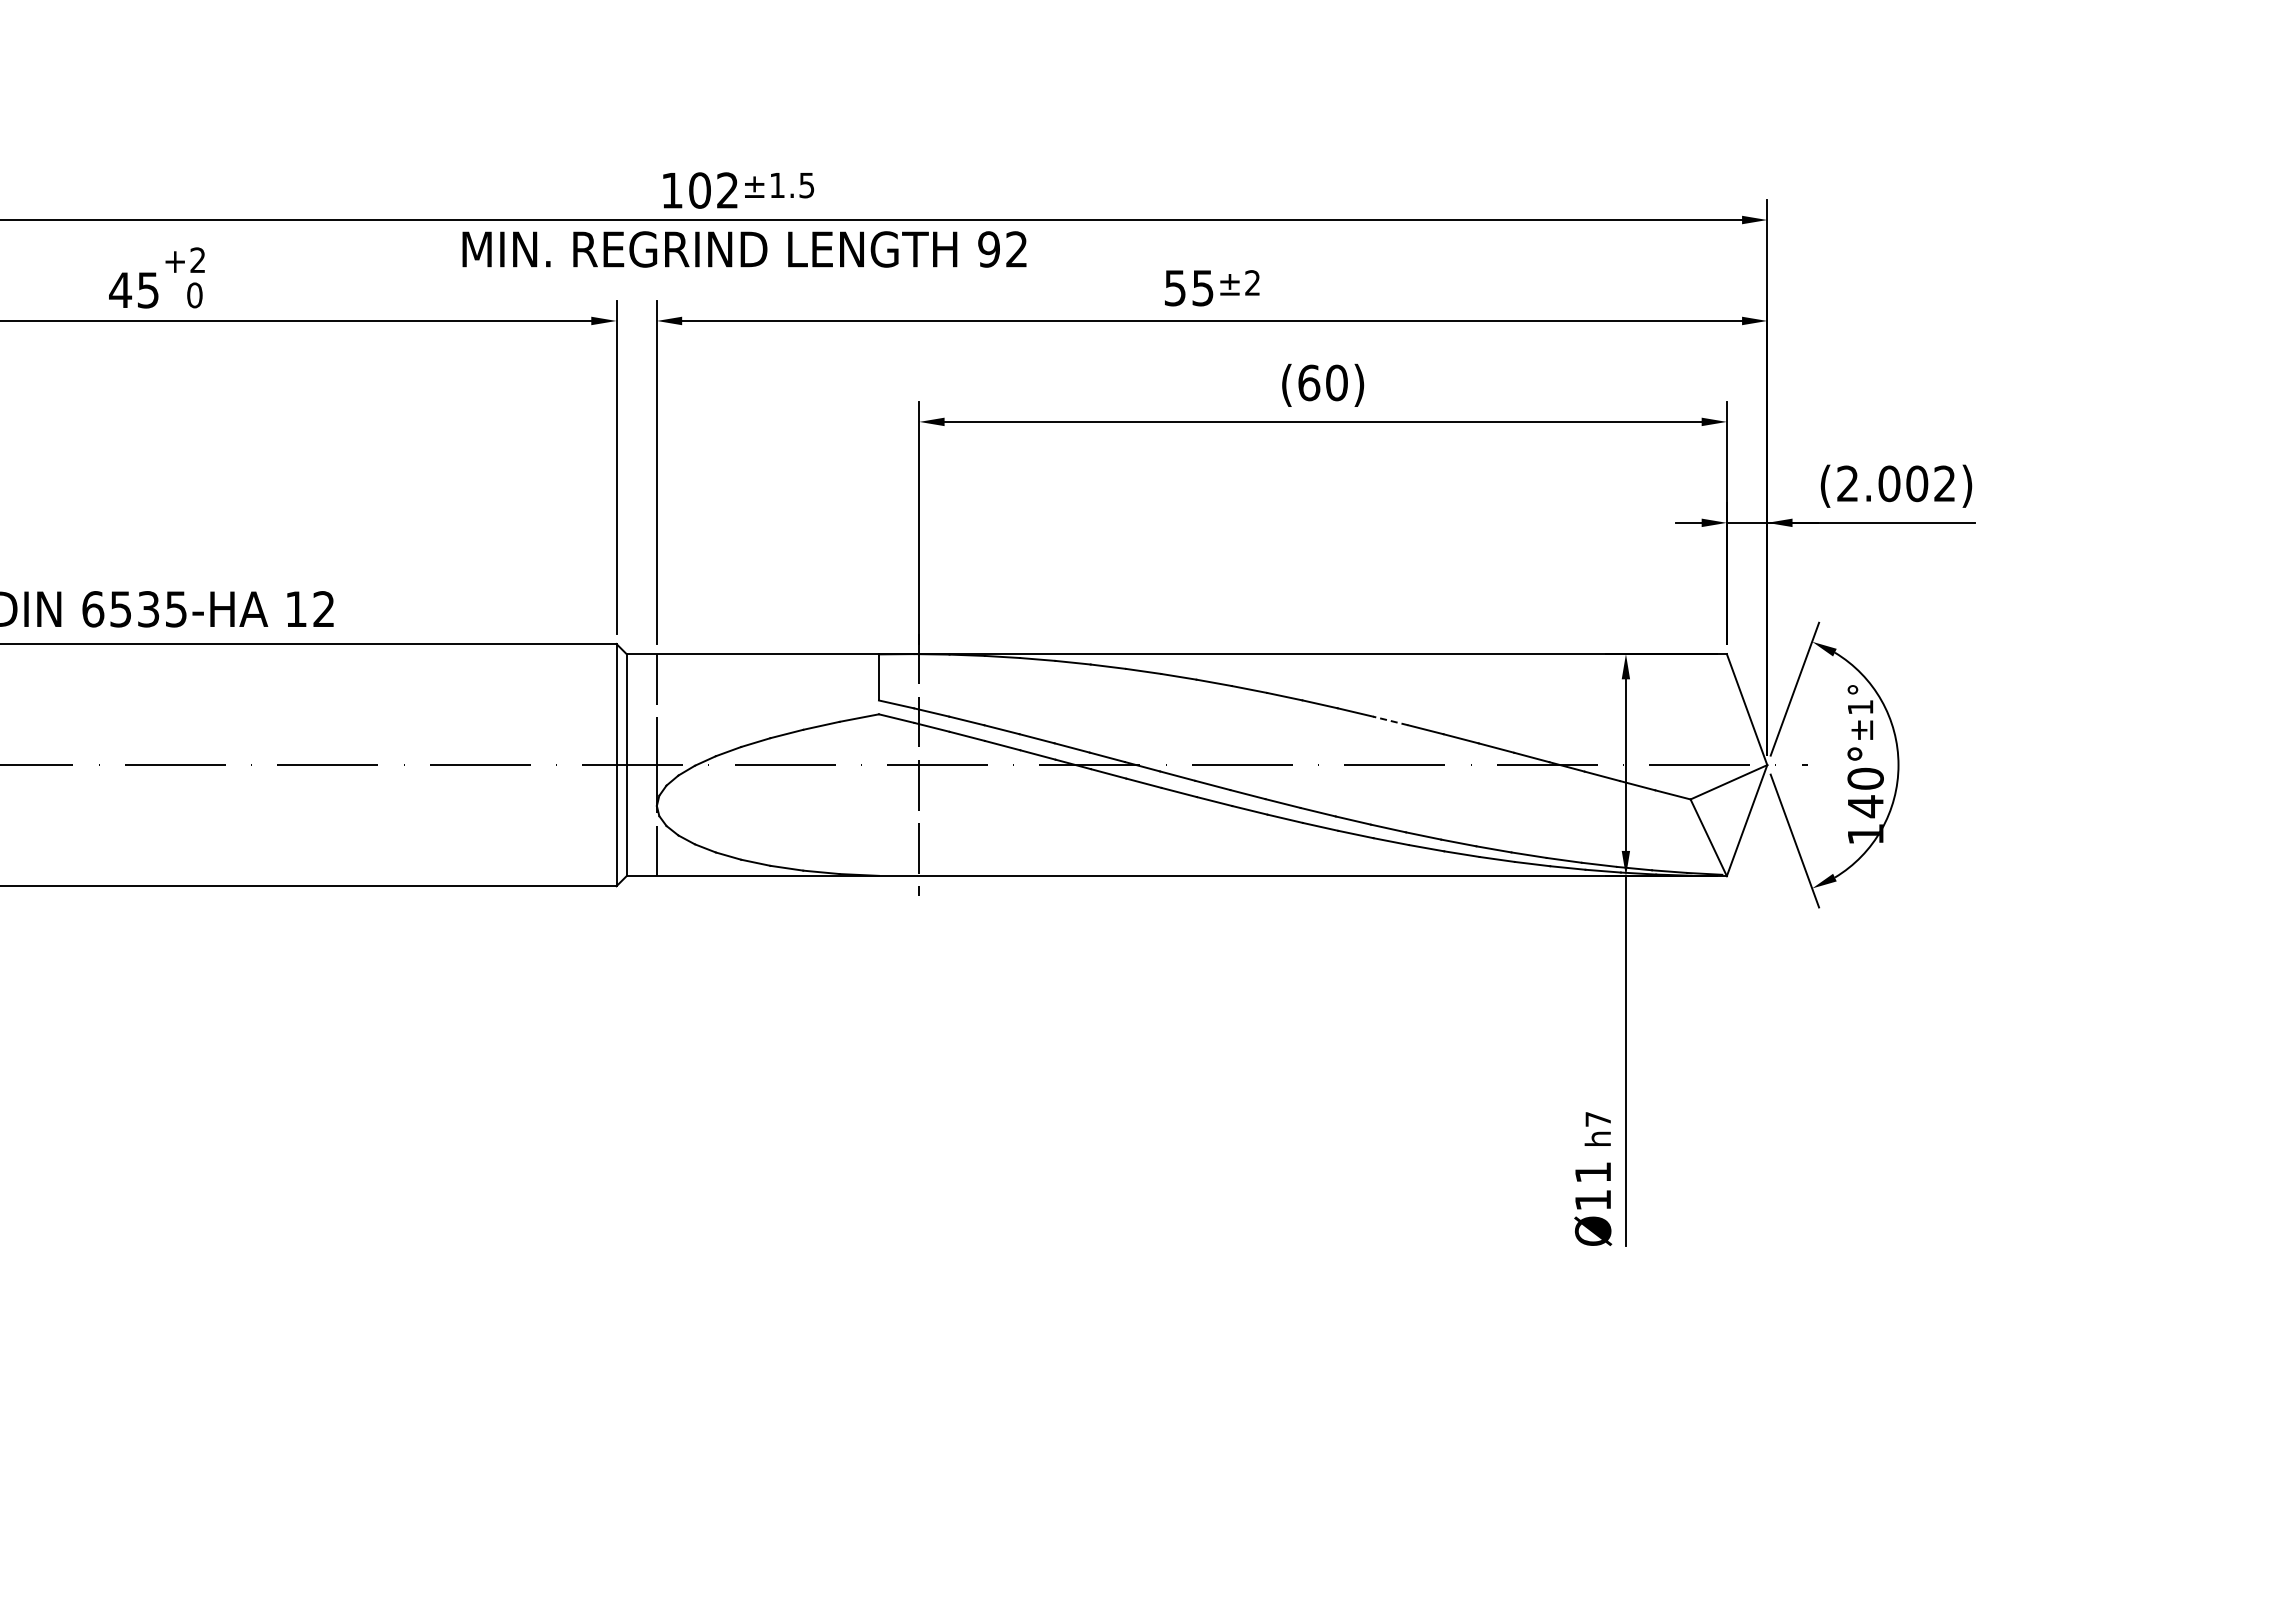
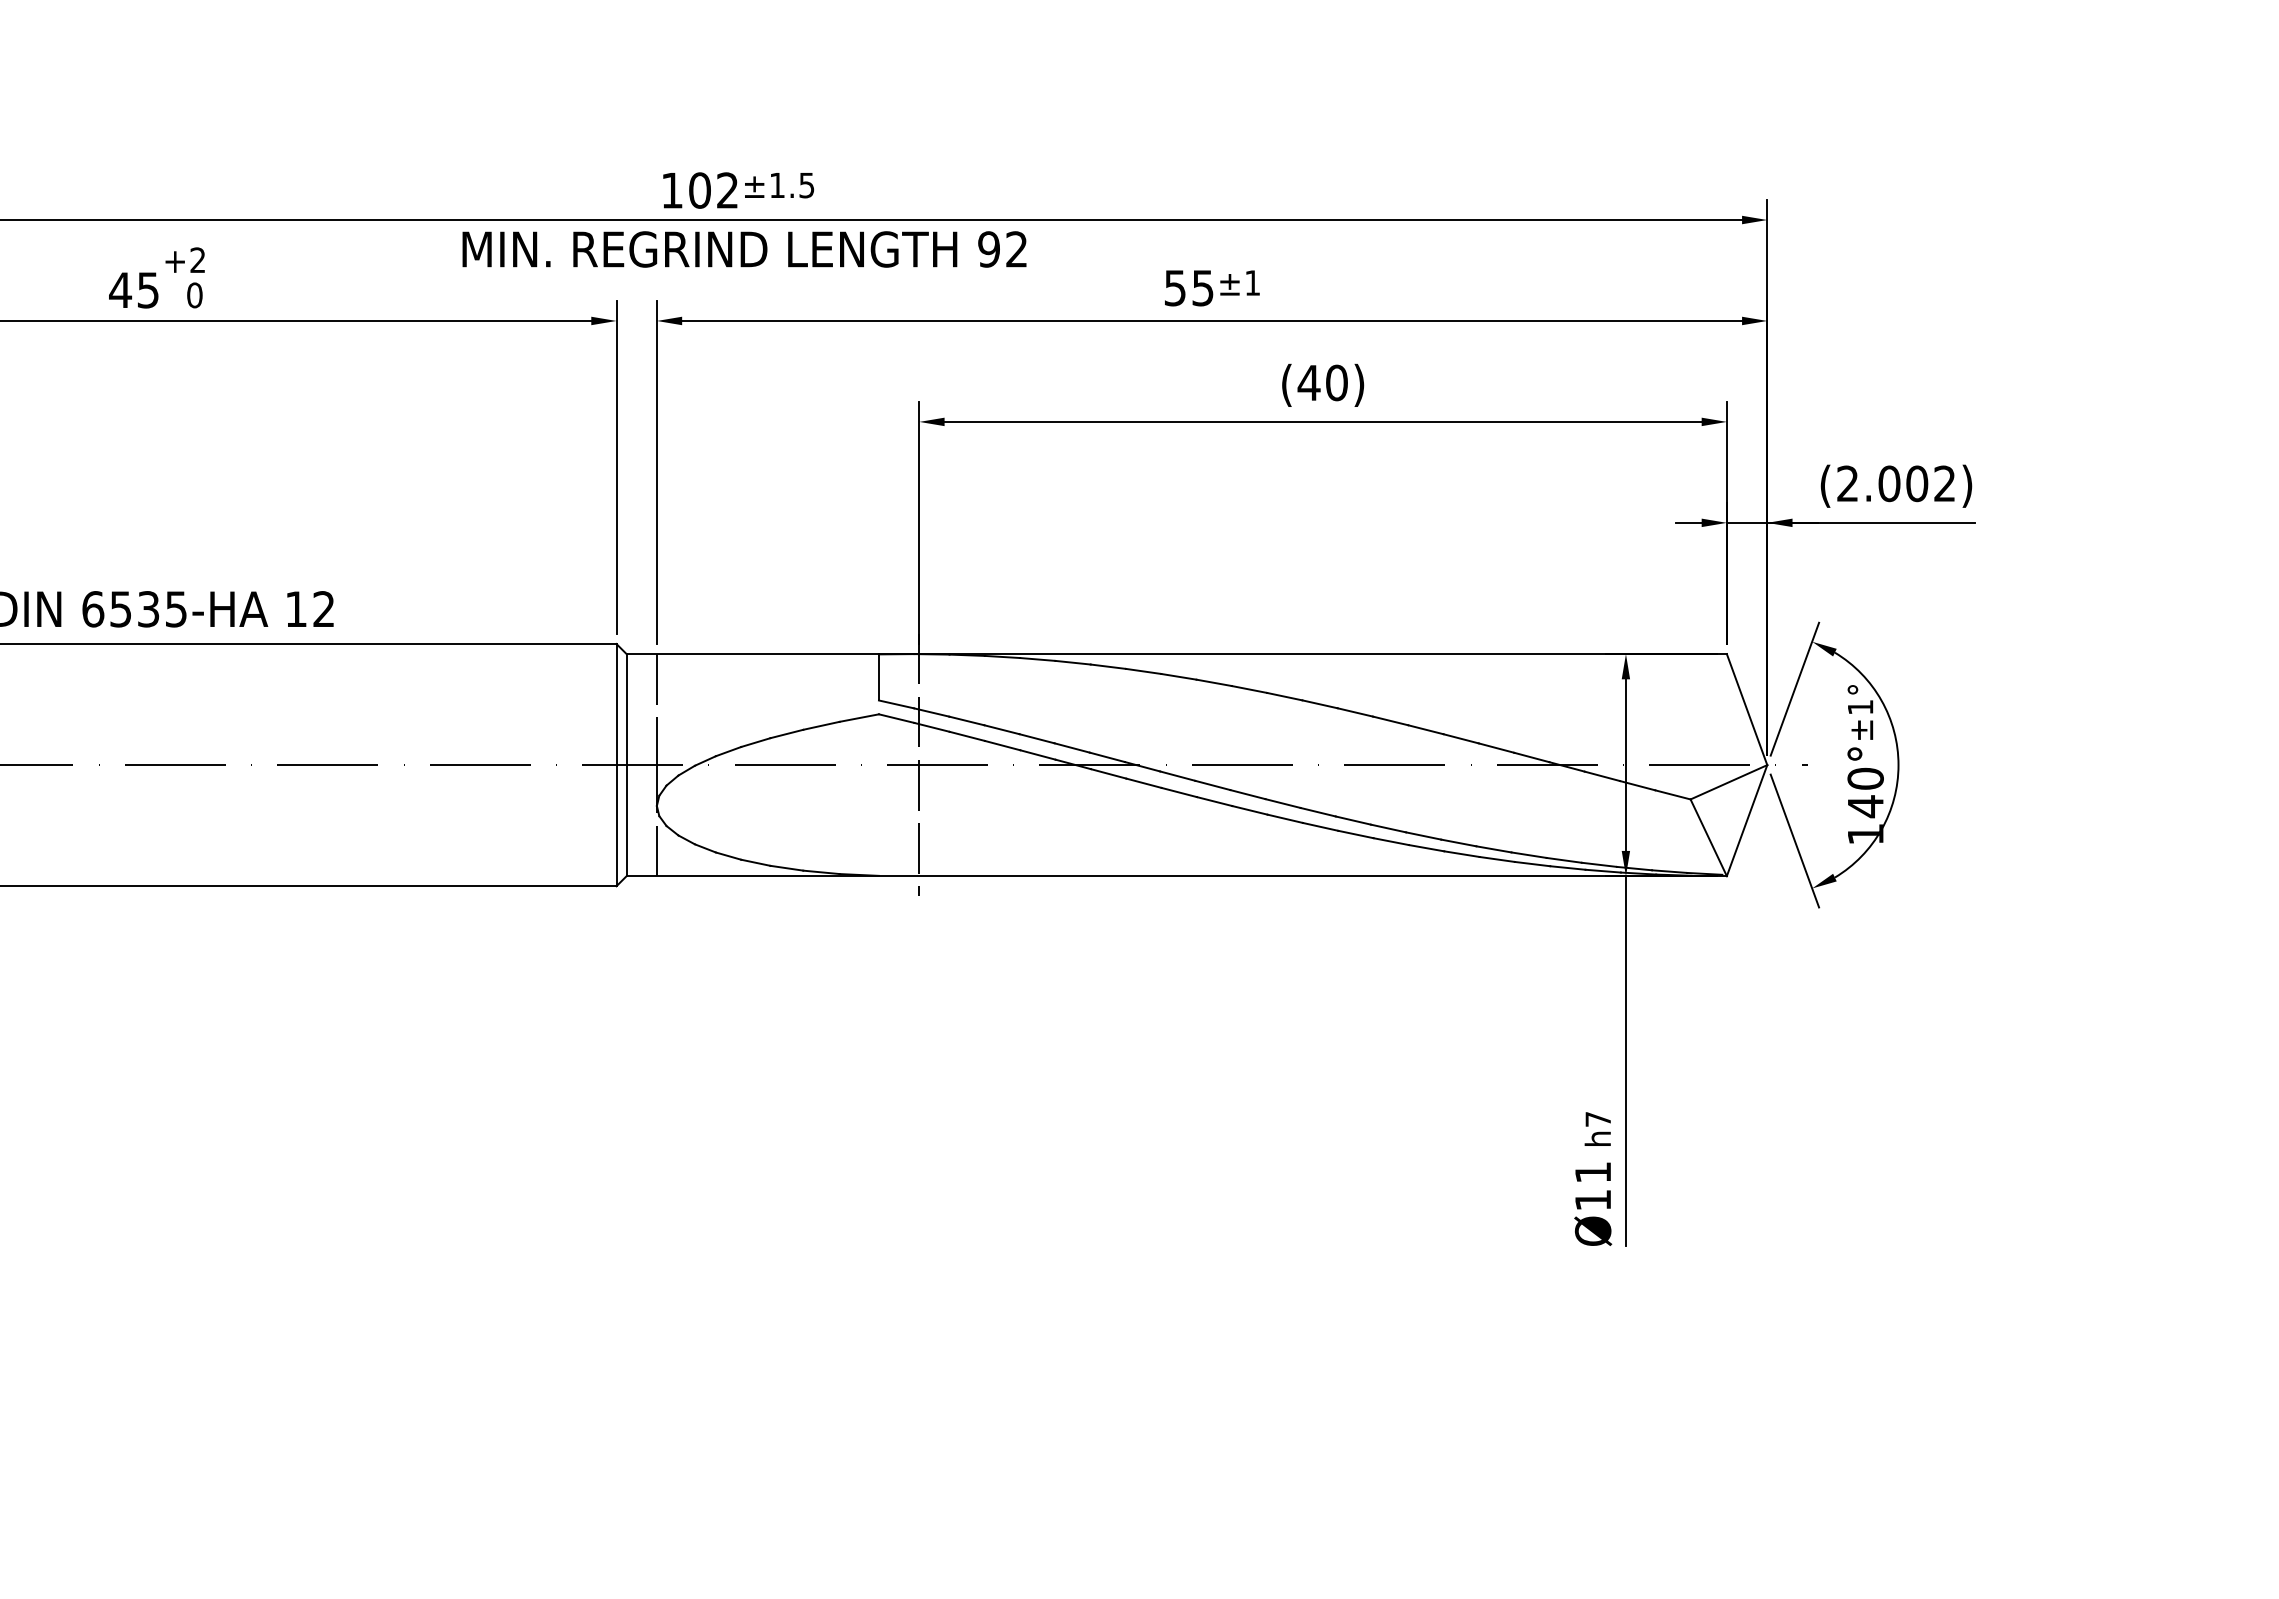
text at (1252, 282): ±2 -> ±1
text at (1308, 382): (60) -> (40)
line at (1390, 720): dashed -> solid
